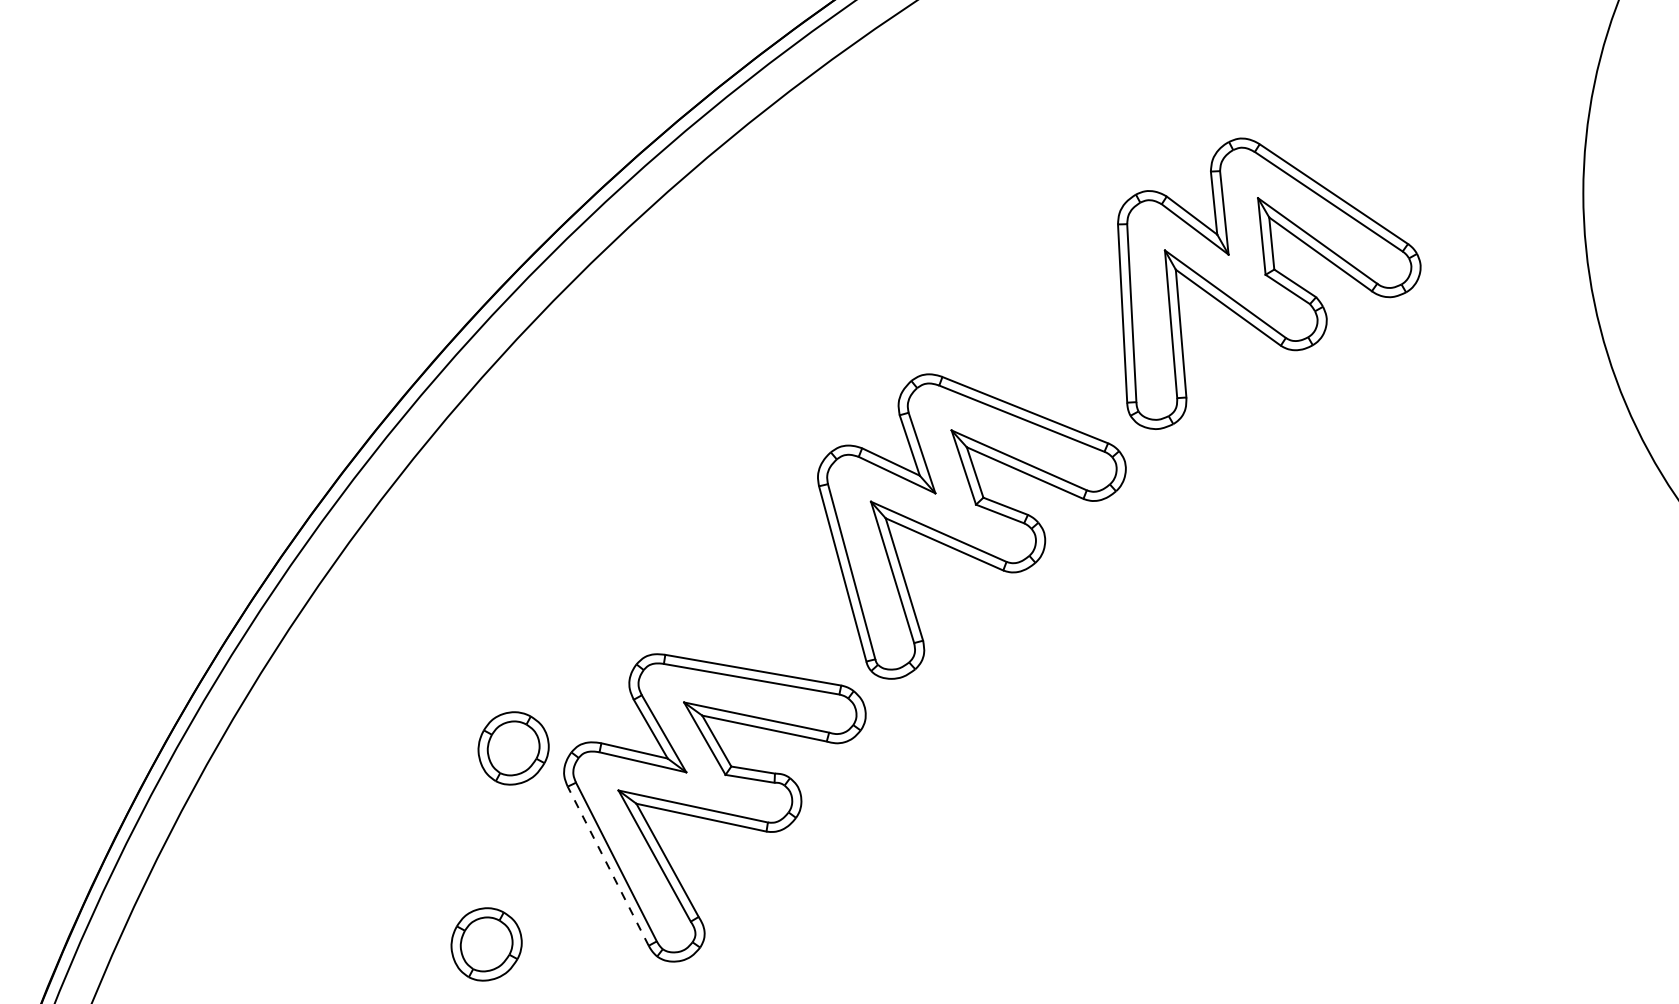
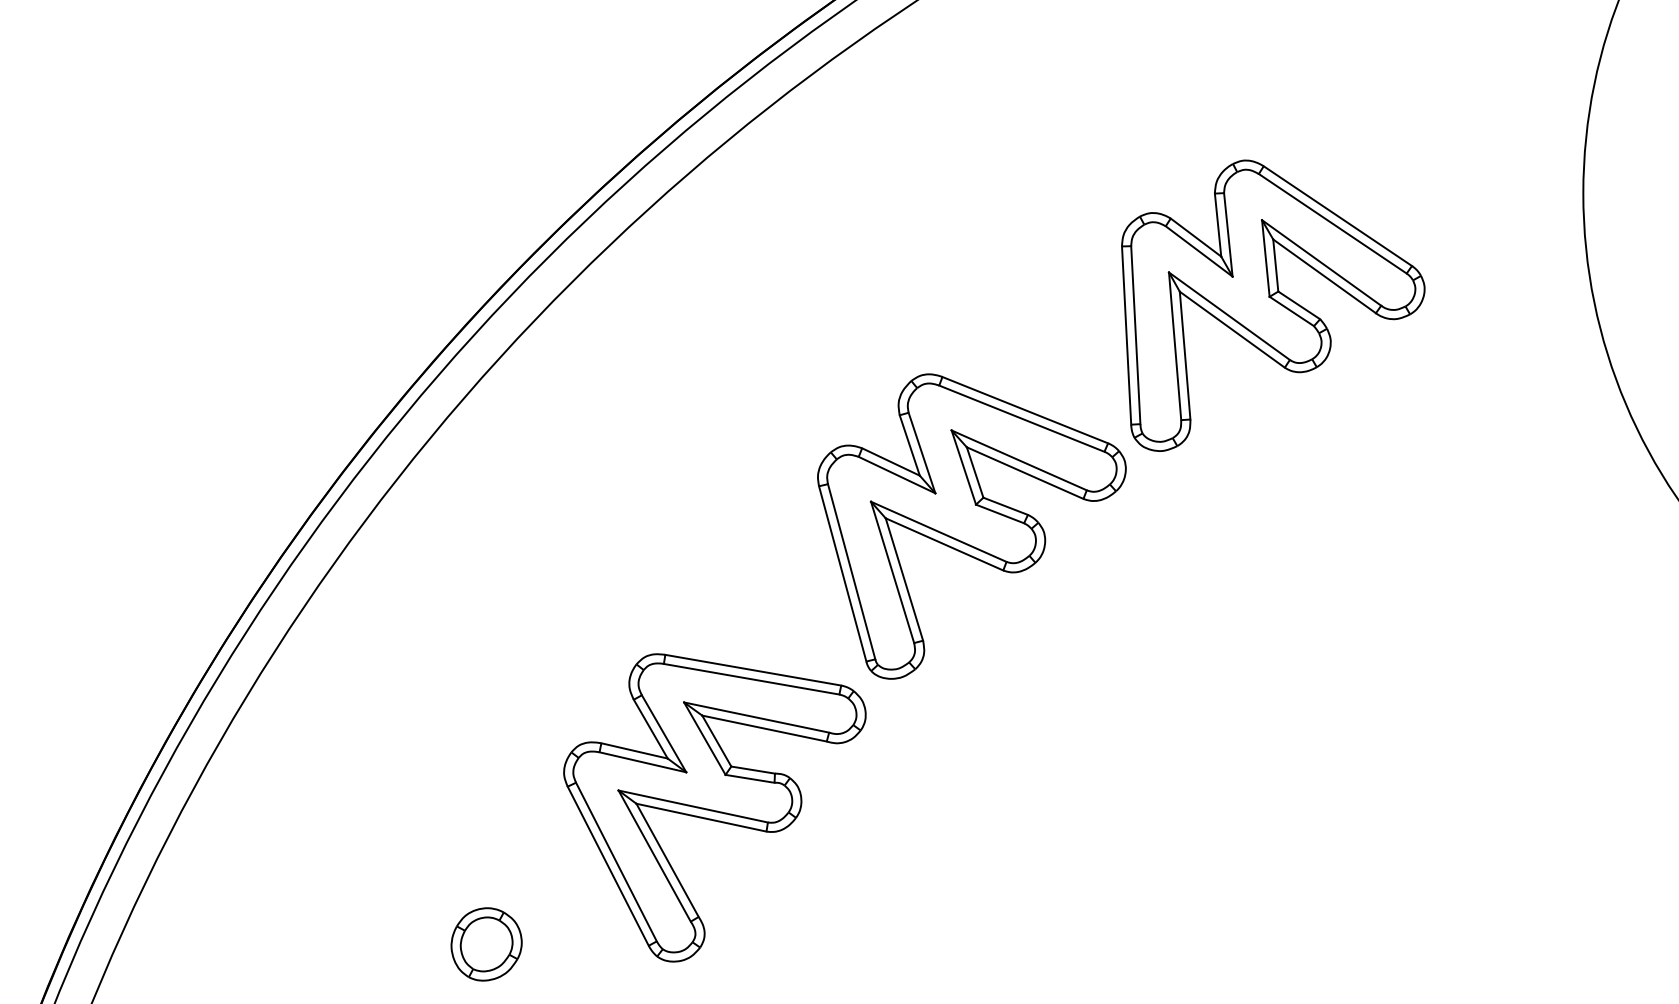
part at (1269, 283) position: (1269, 283) -> (1273, 305)
part at (513, 748): present -> none
line at (608, 865): dashed -> solid
